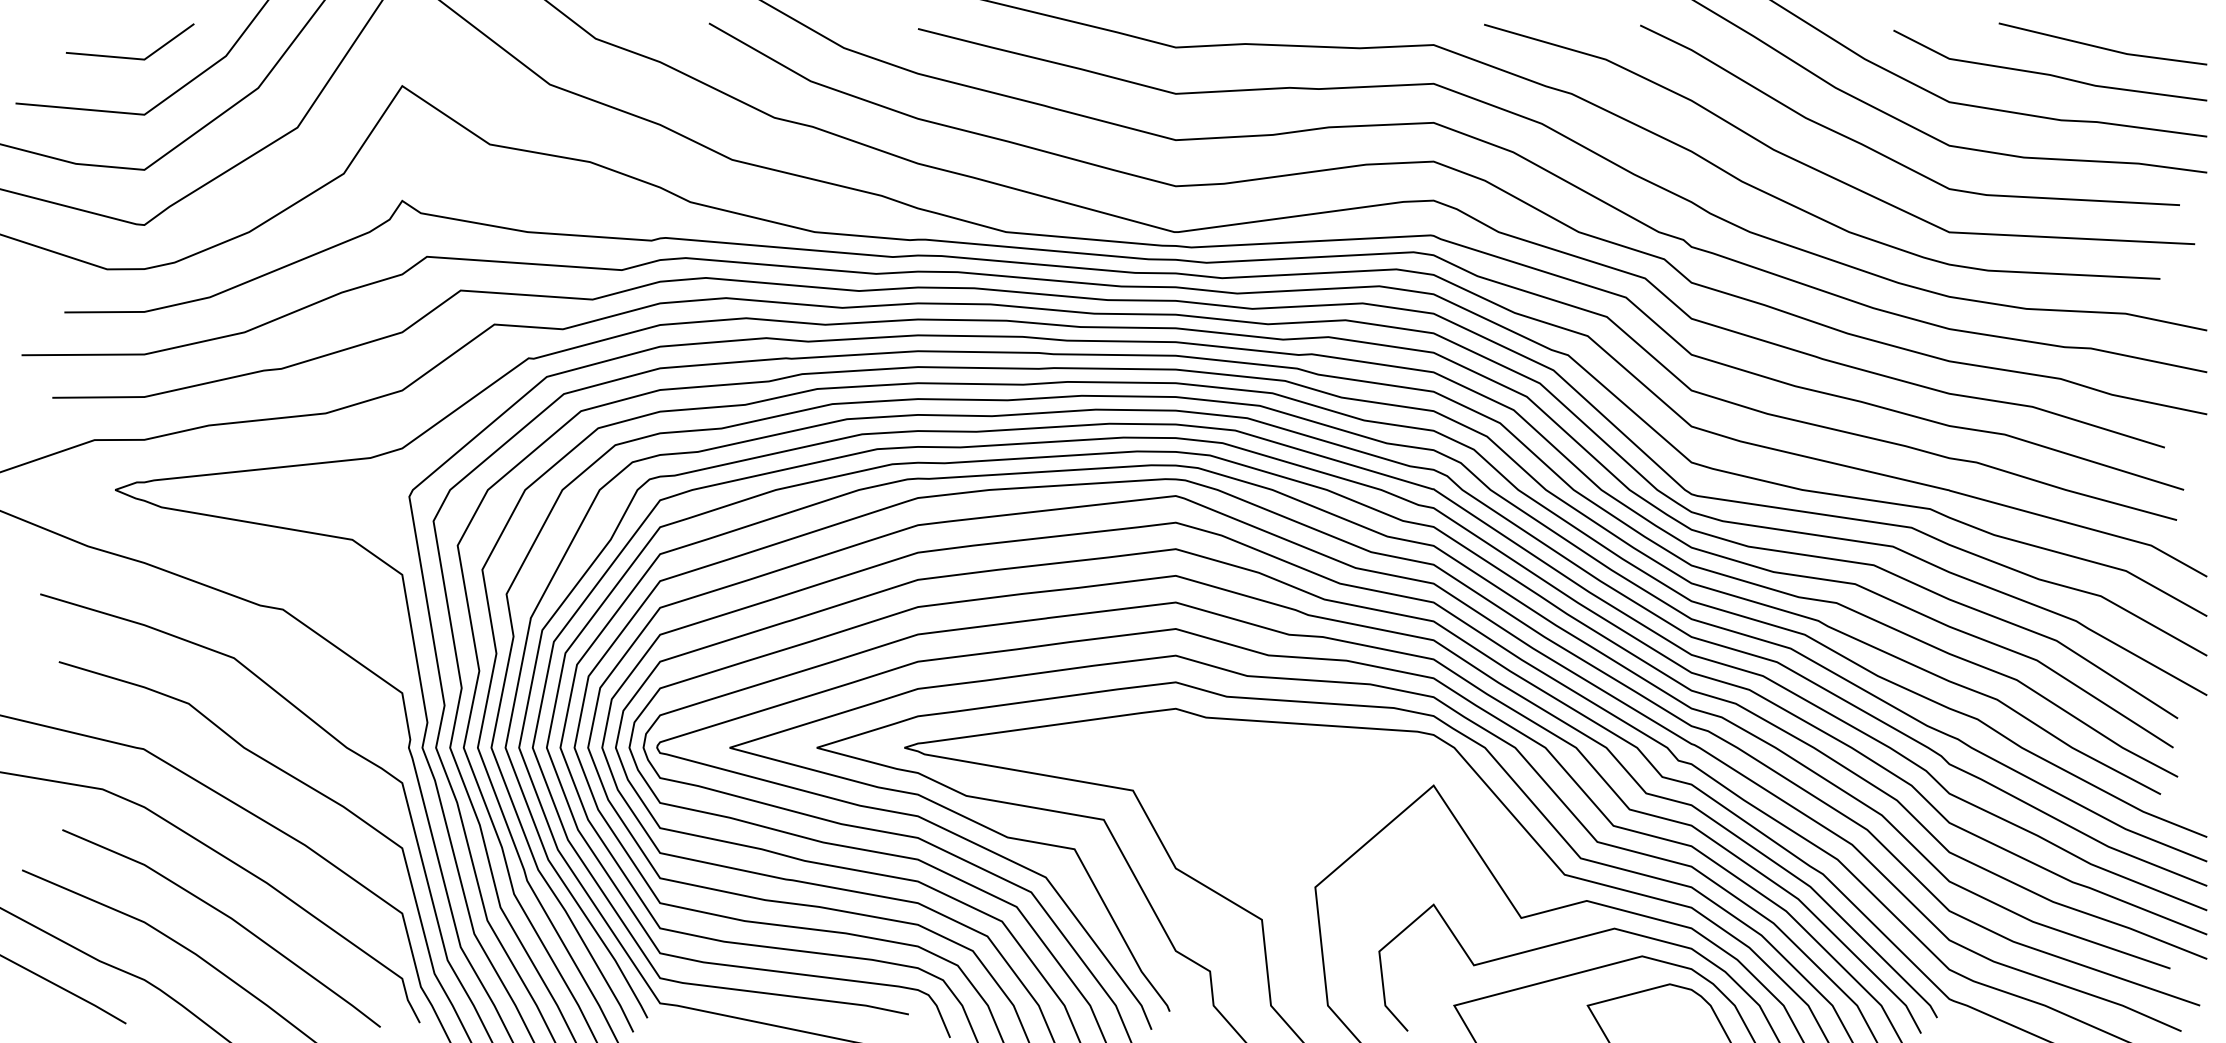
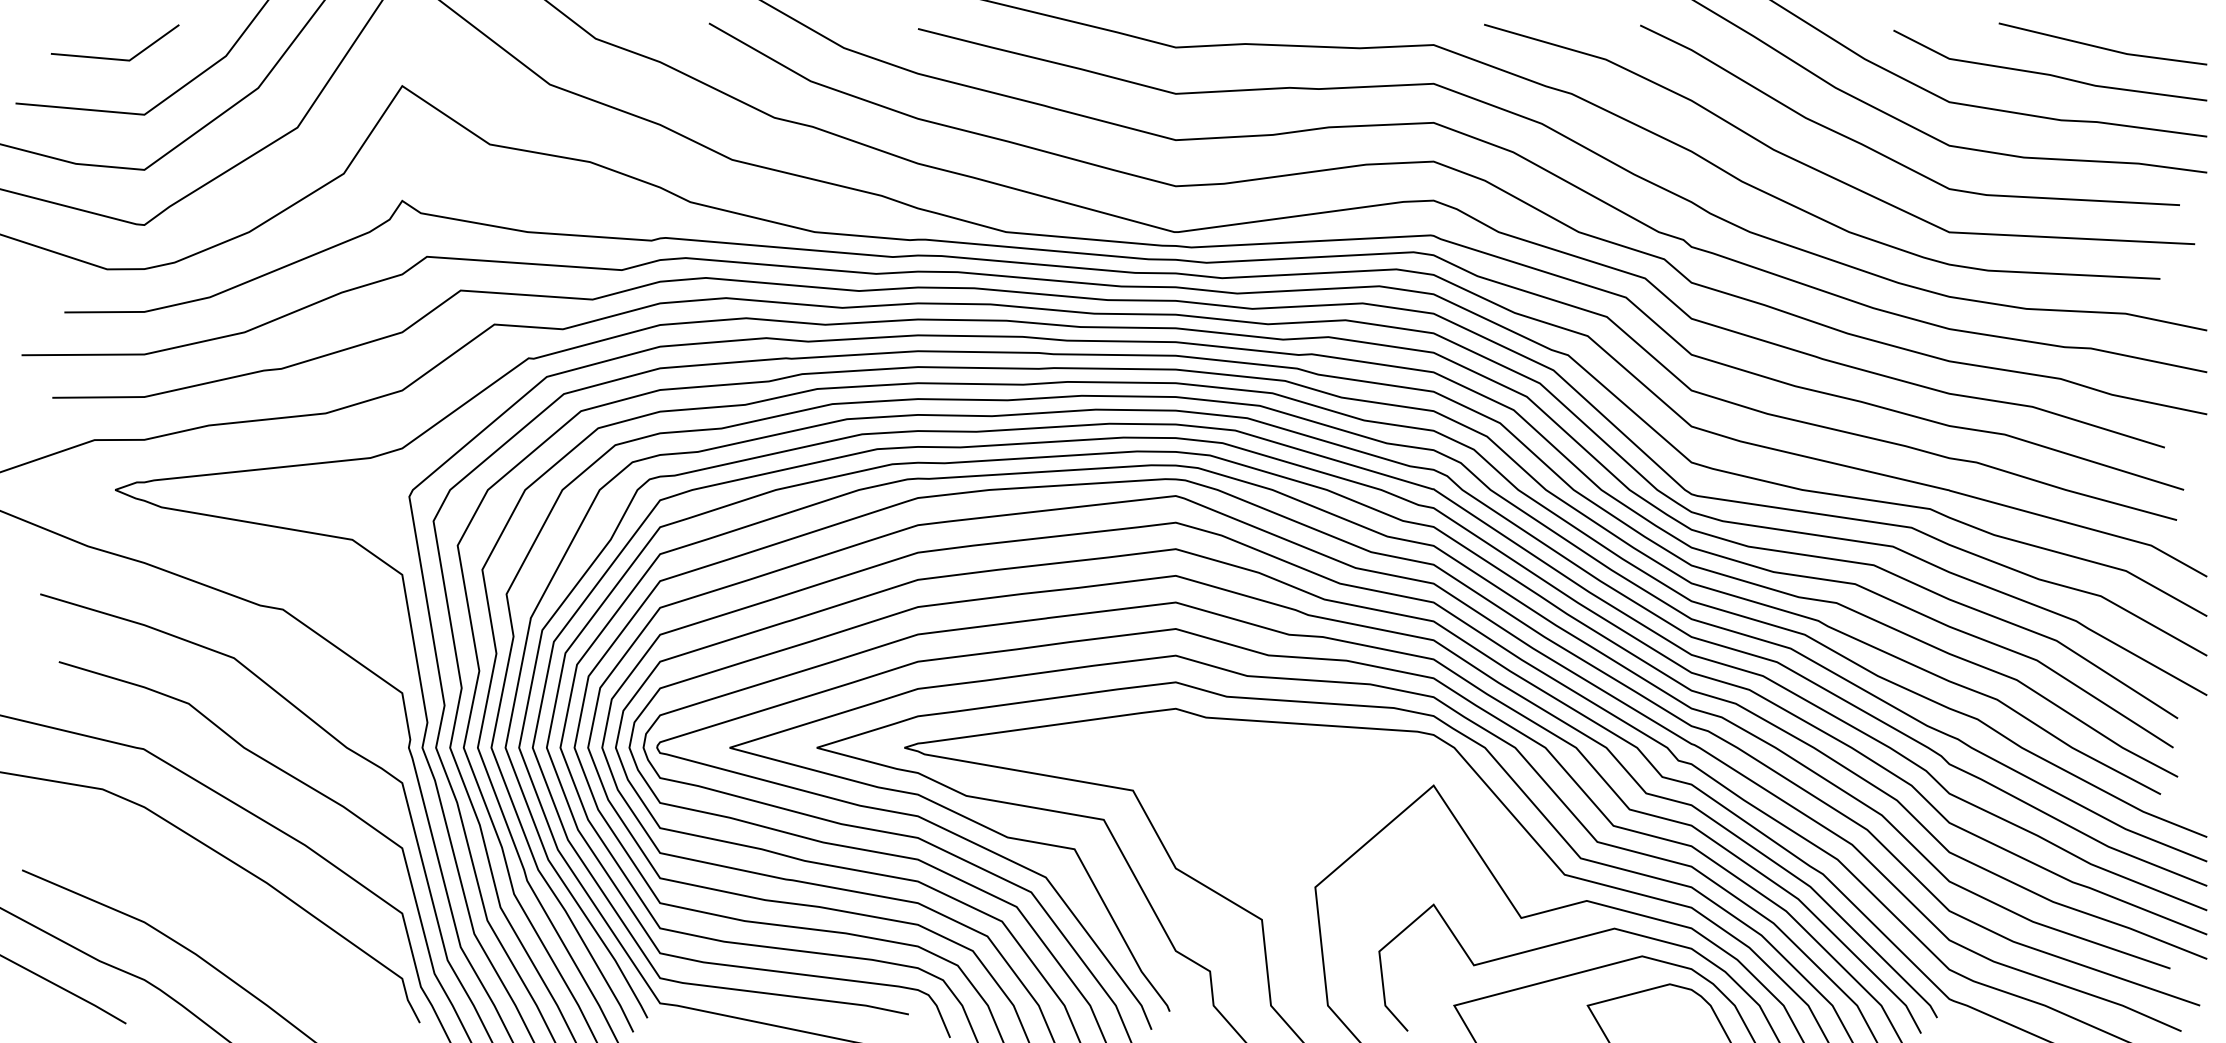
line at (129, 57) position: (129, 57) -> (114, 58)
line at (227, 917): present -> none
